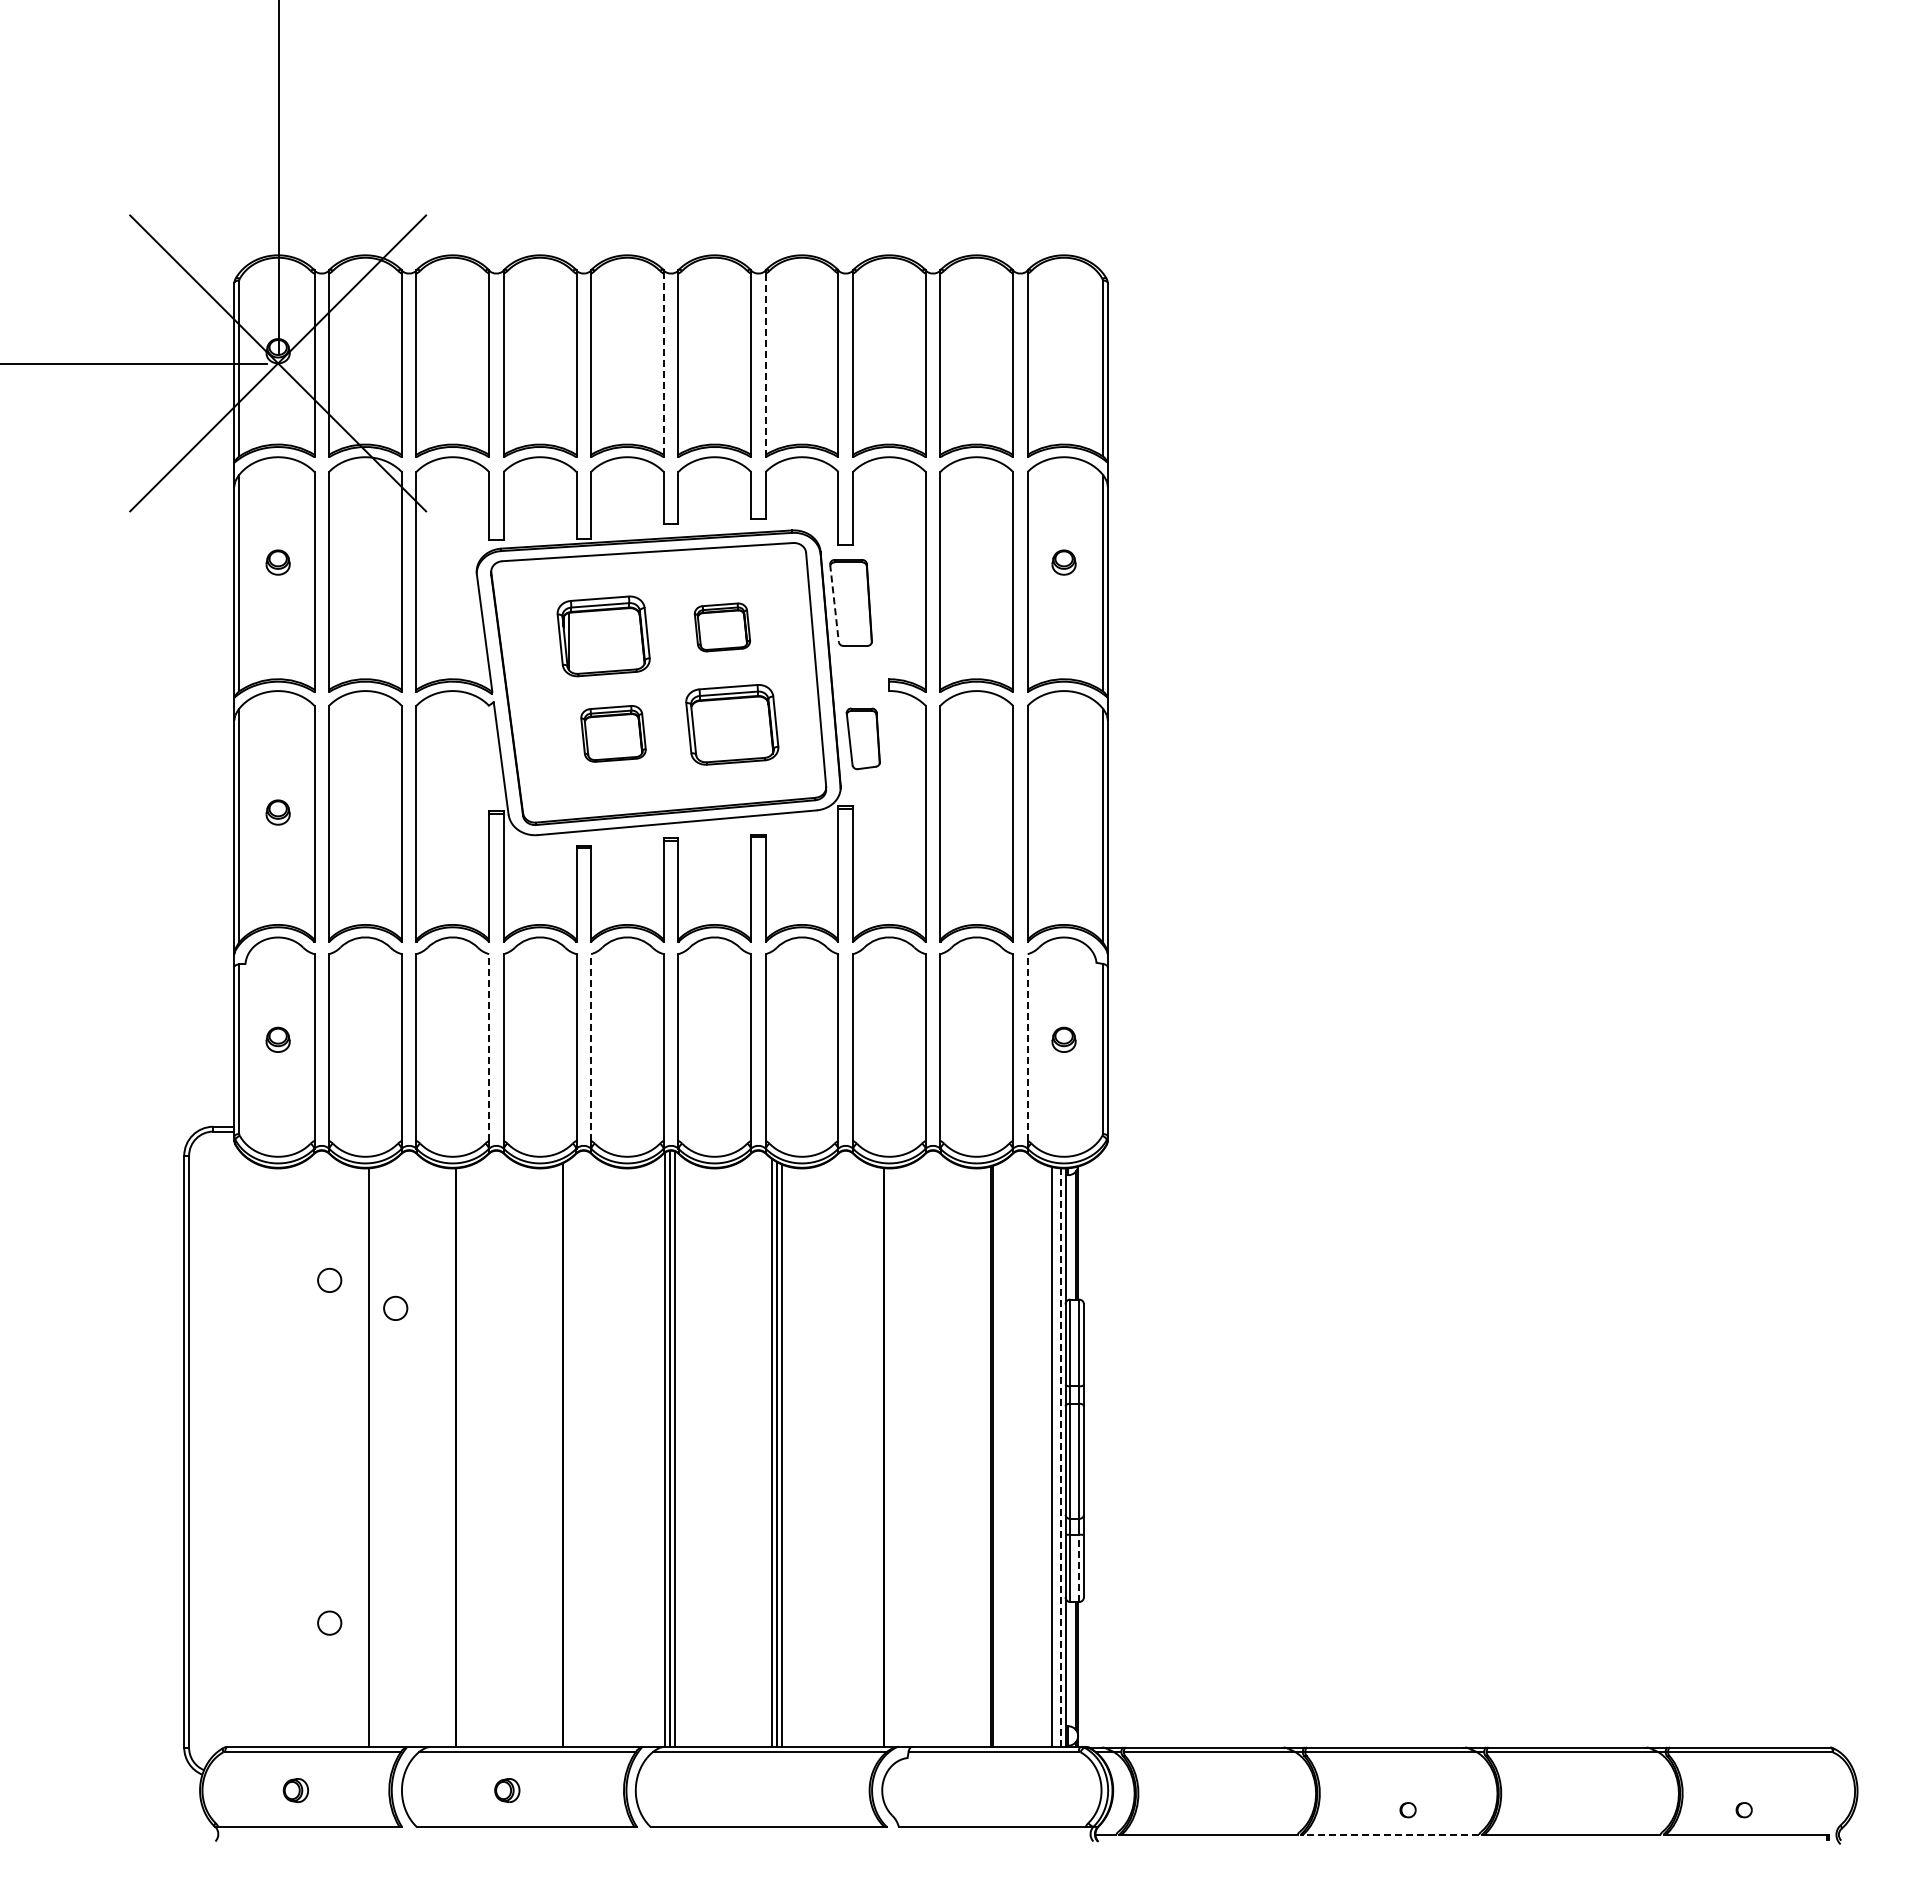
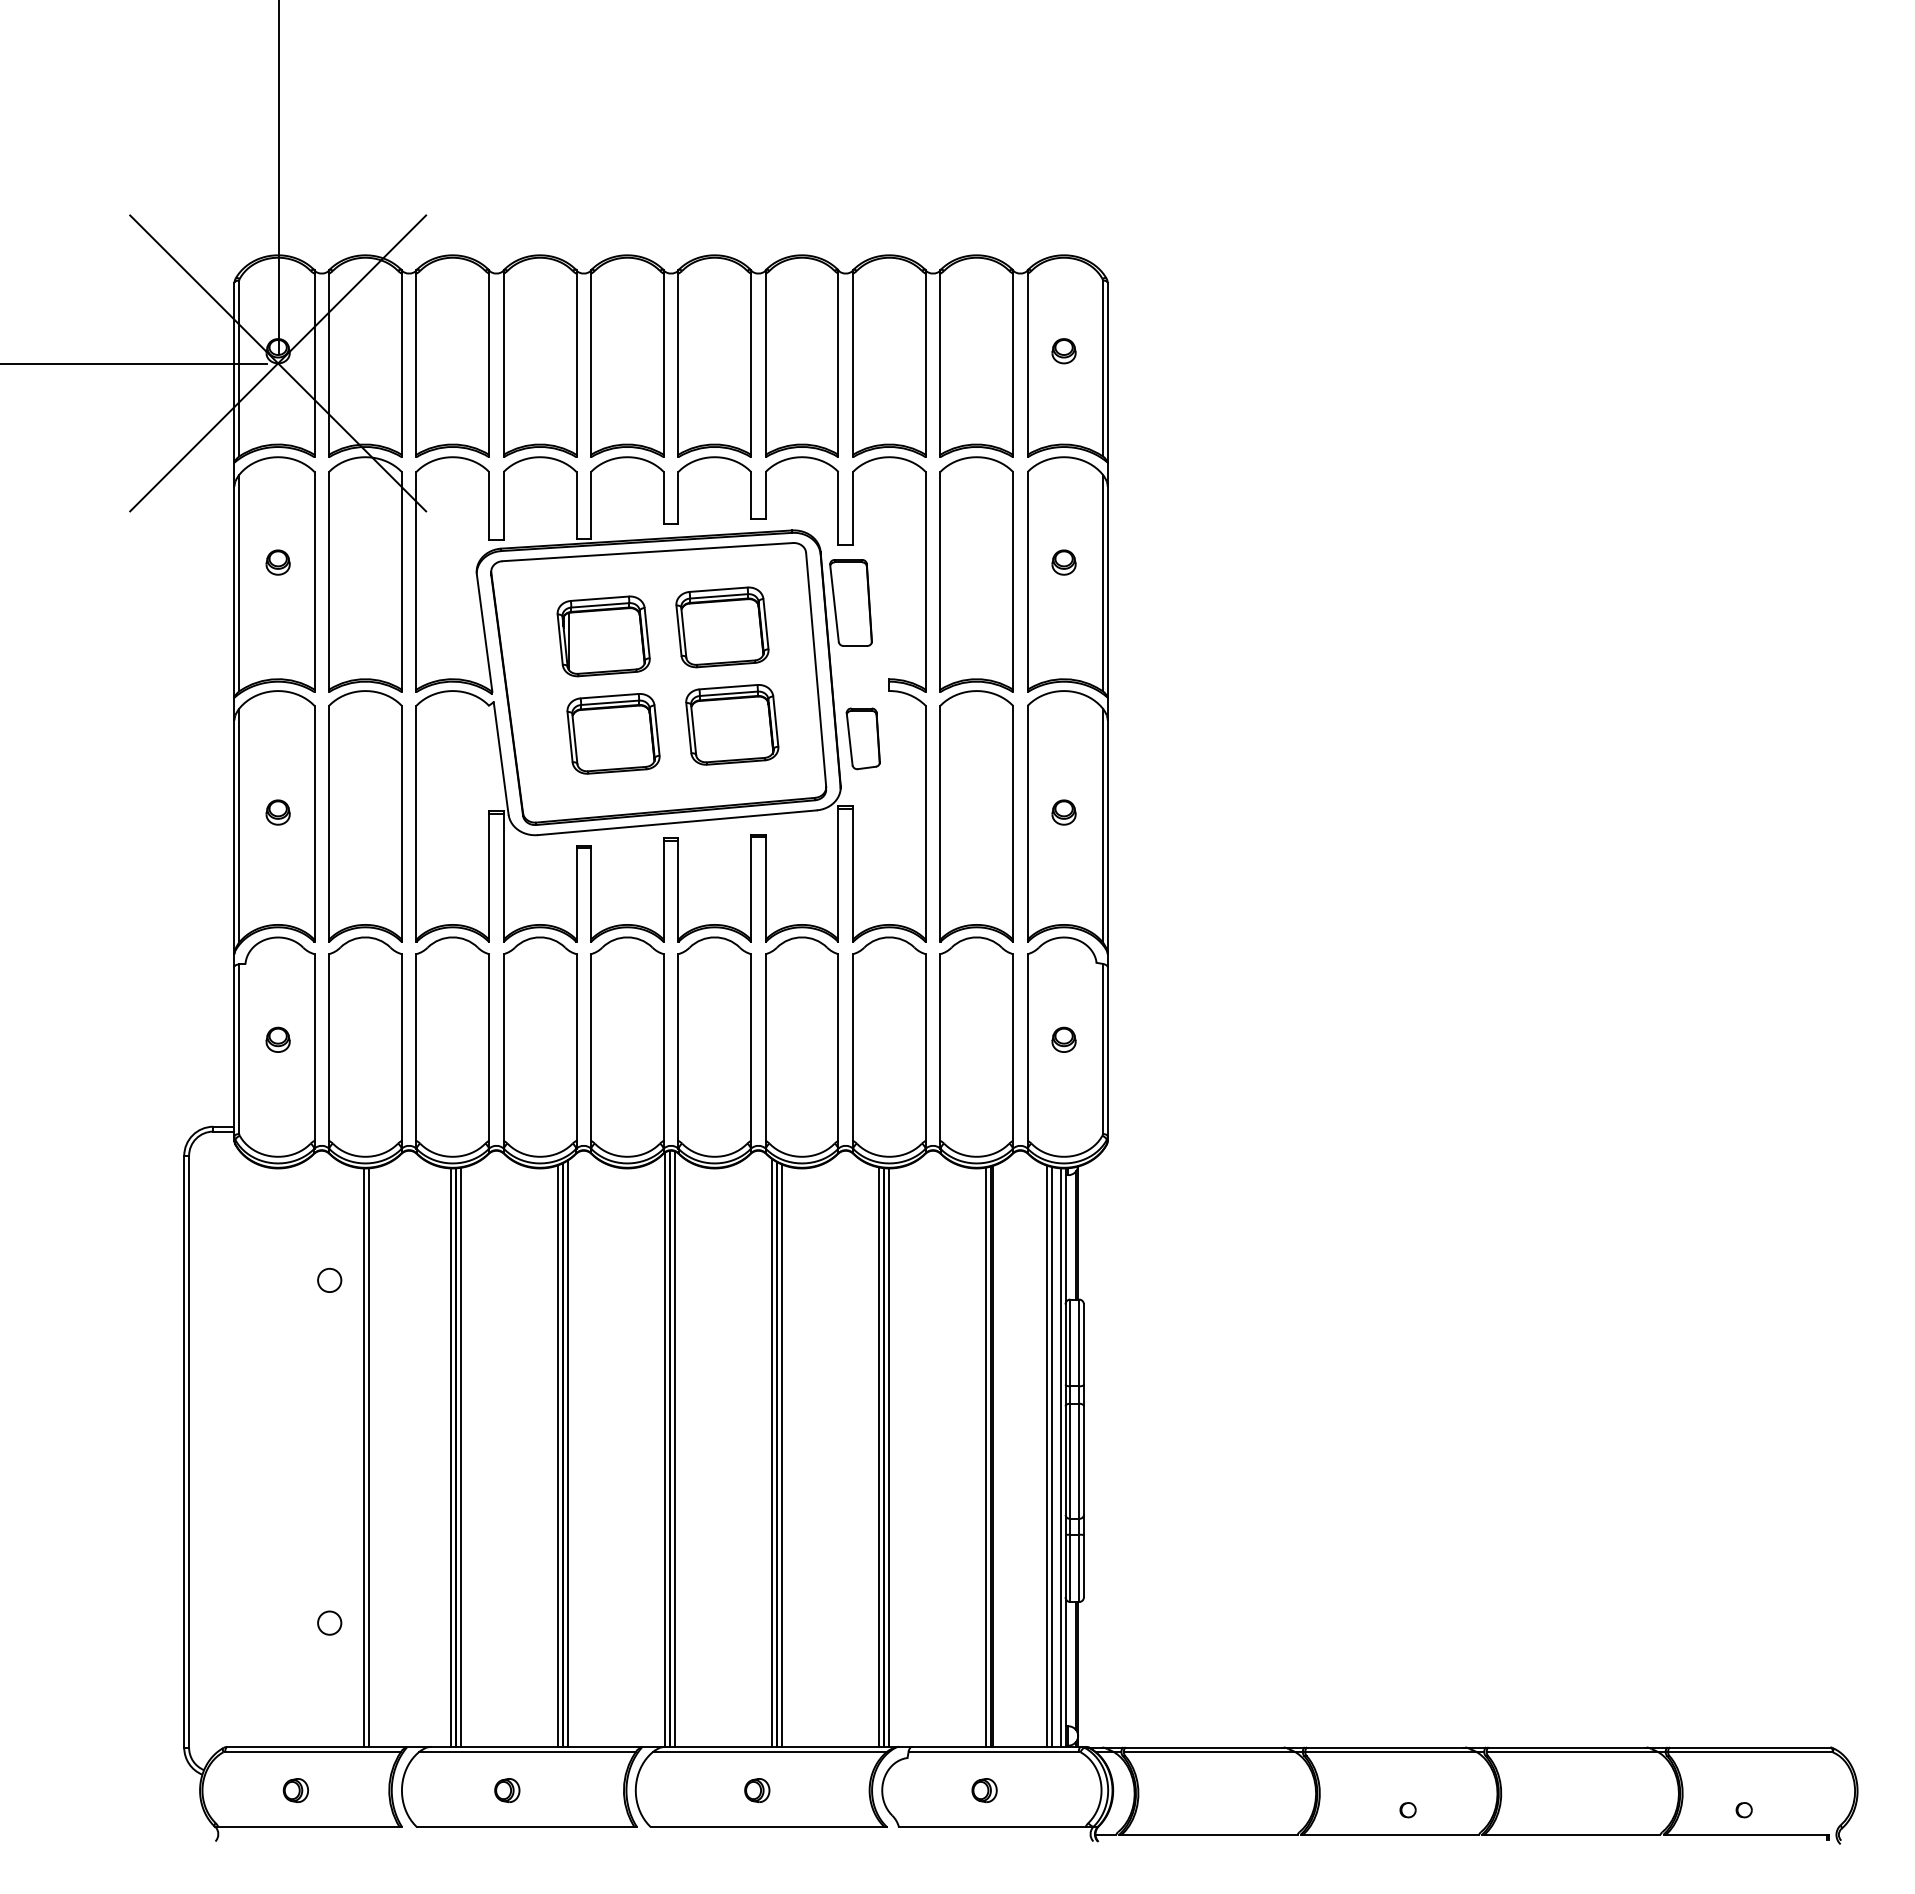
part at (1063, 351): none -> present
line at (663, 364): dashed -> solid
line at (765, 364): dashed -> solid
line at (834, 603): dashed -> solid
part at (722, 627) size: 59x51 px -> 95x83 px
part at (613, 733) size: 67x58 px -> 95x82 px
part at (1063, 812): none -> present
line at (489, 1047): dashed -> solid
line at (591, 1047): dashed -> solid
line at (1027, 1047): dashed -> solid
circle at (395, 1307): present -> none
line at (568, 1453): none -> present
line at (558, 1455): none -> present
line at (1047, 1455): none -> present
line at (461, 1456): none -> present
line at (879, 1456): none -> present
line at (985, 1456): none -> present
line at (363, 1457): none -> present
line at (451, 1457): none -> present
line at (888, 1457): none -> present
line at (1060, 1457): dashed -> solid
line at (1079, 1568): dashed -> solid
part at (757, 1790): none -> present
part at (984, 1790): none -> present
line at (1391, 1834): dashed -> solid
